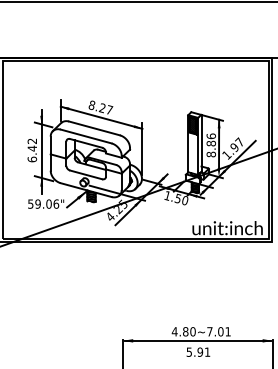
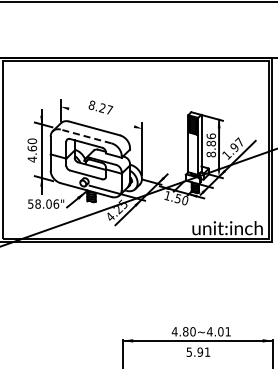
line at (101, 117): present -> none
line at (85, 136): solid -> dashed
text at (32, 150): 6.42 -> 4.60
text at (37, 203): 59.06" -> 58.06"
text at (209, 331): 4.80~7.01 -> 4.80~4.01
